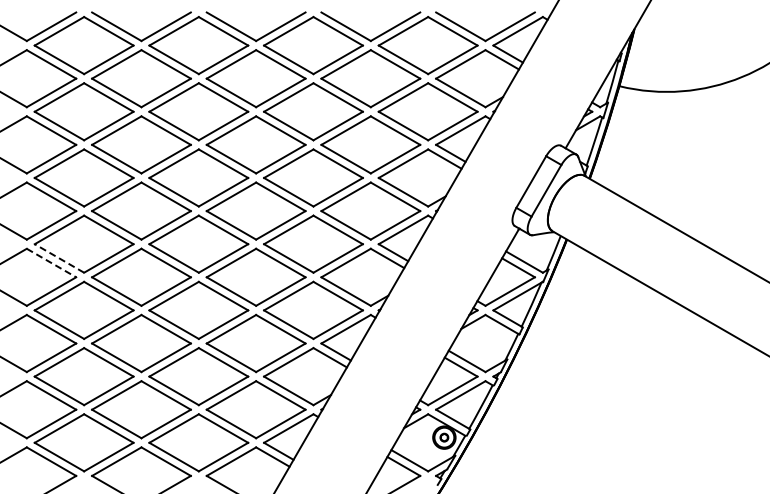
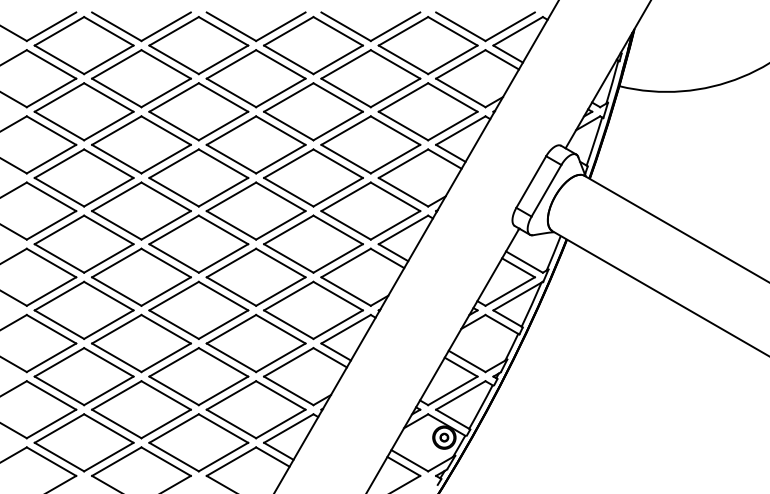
line at (59, 258): dashed -> solid
line at (51, 263): dashed -> solid
